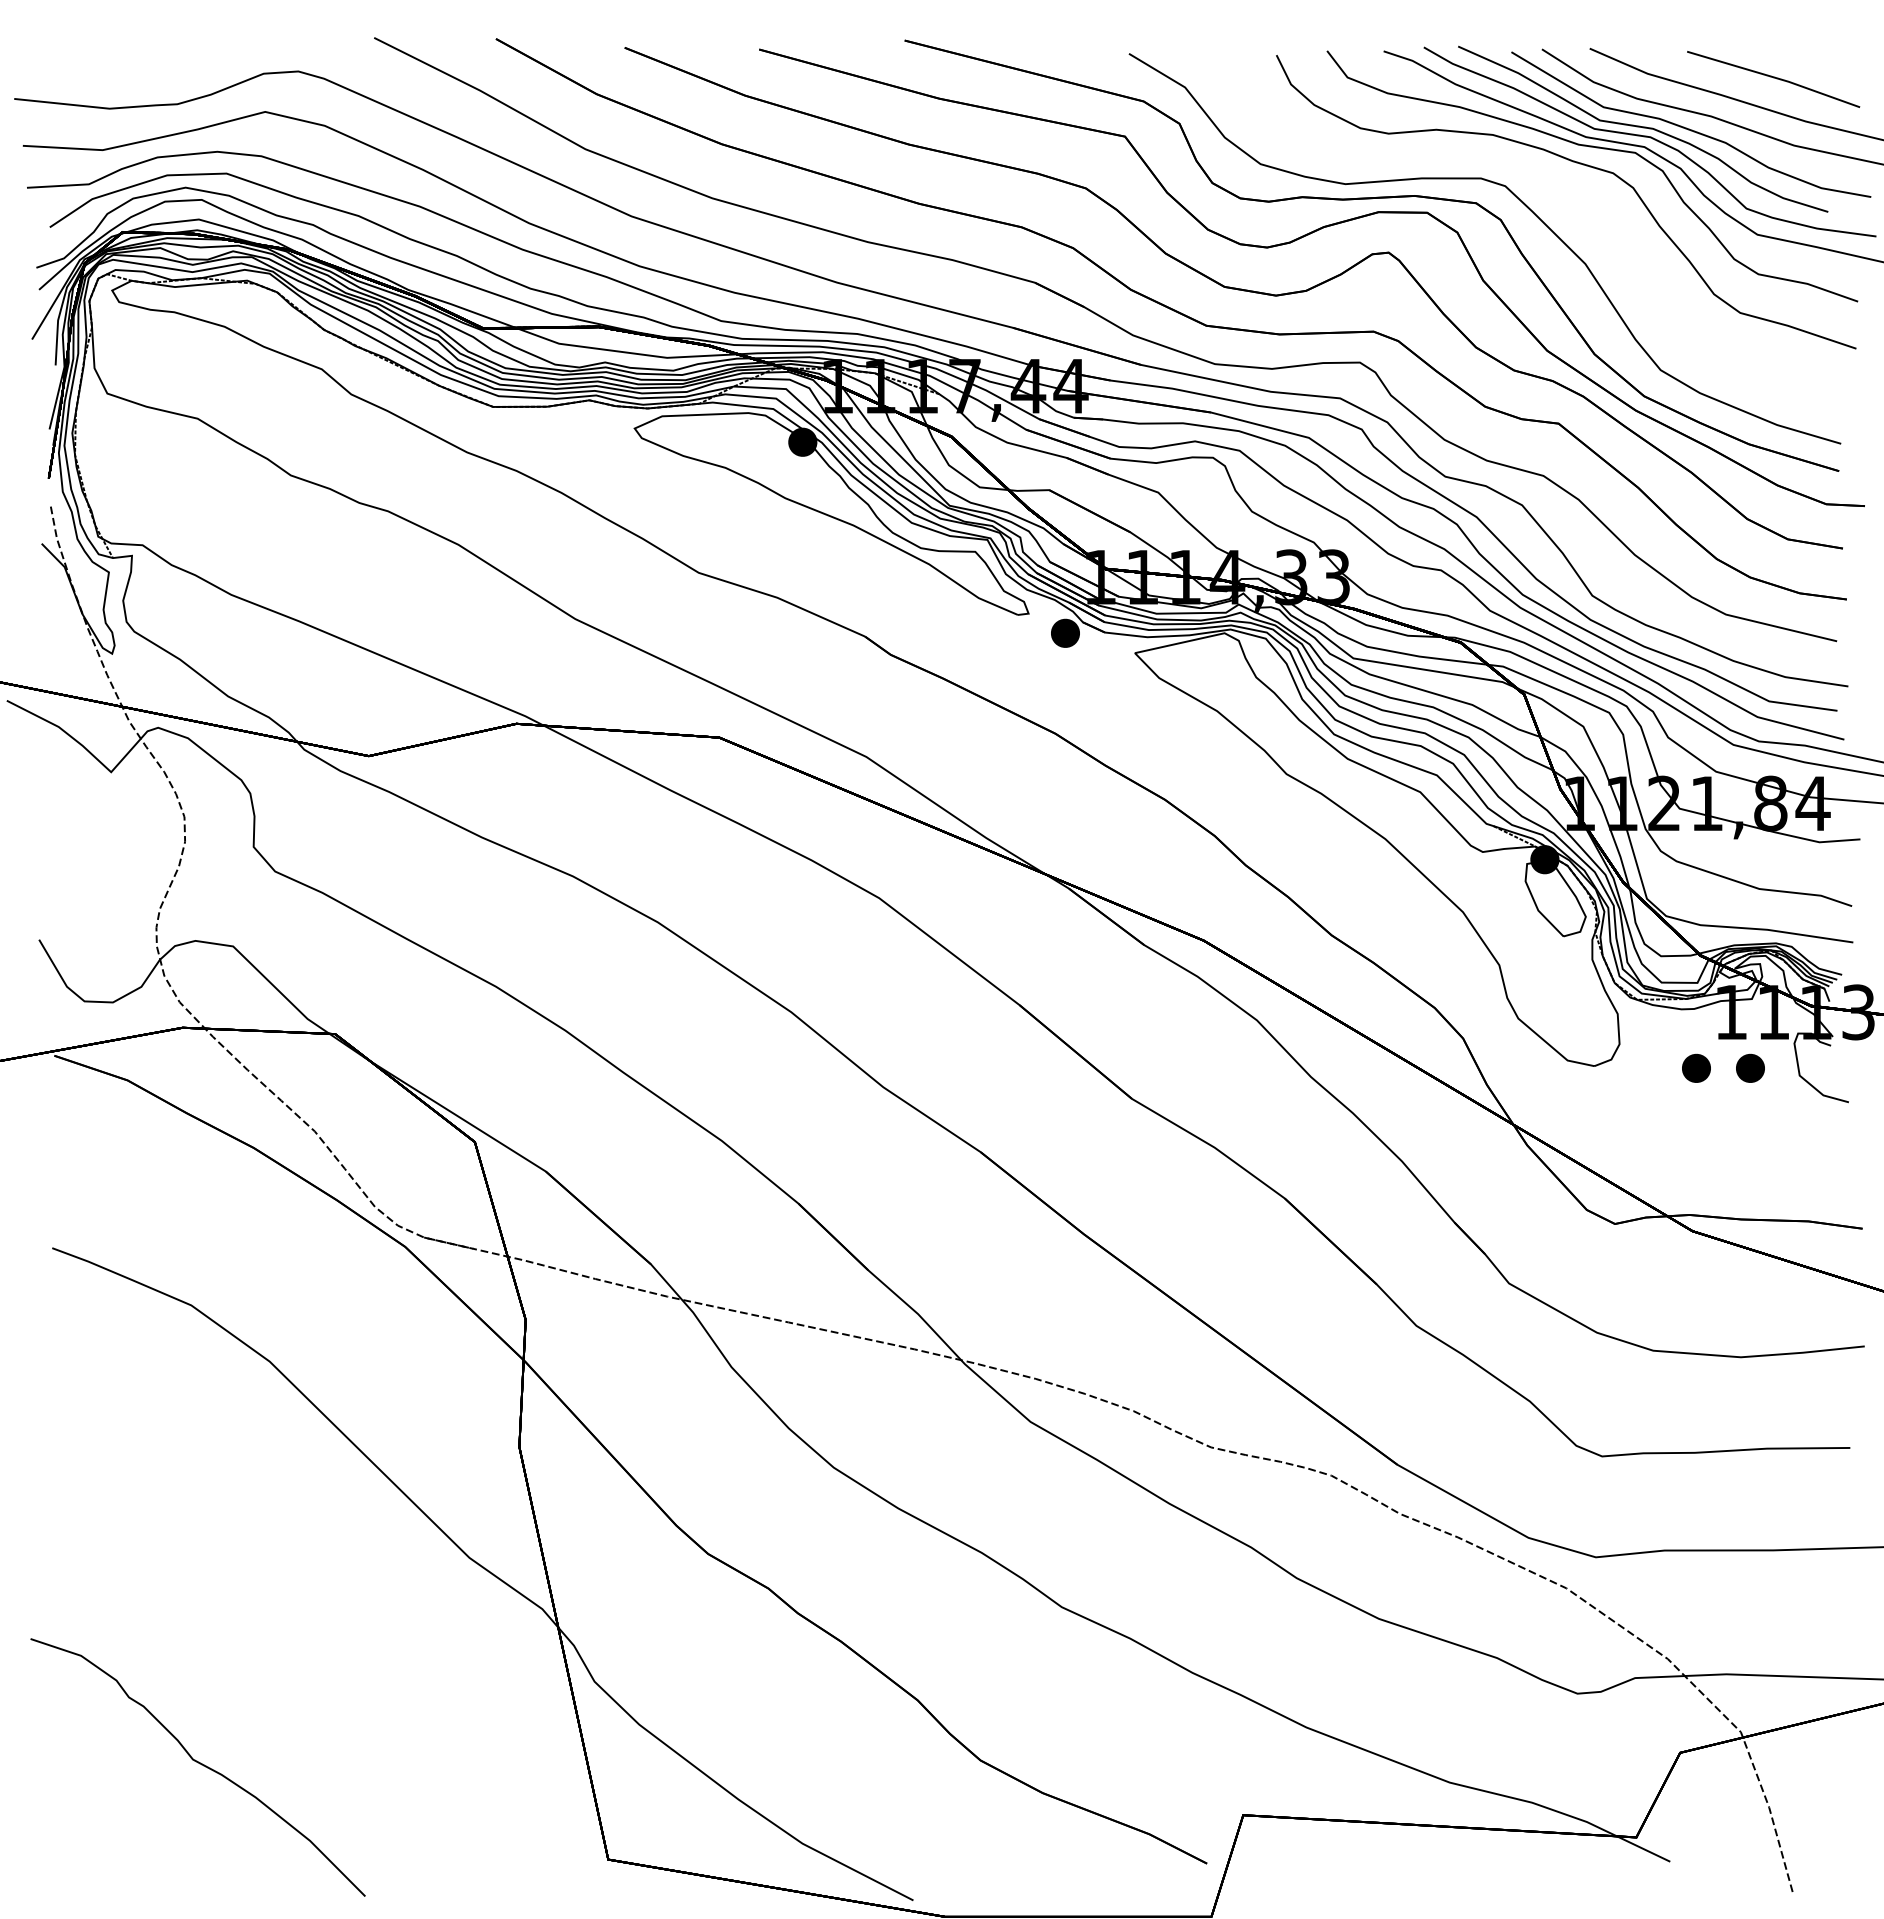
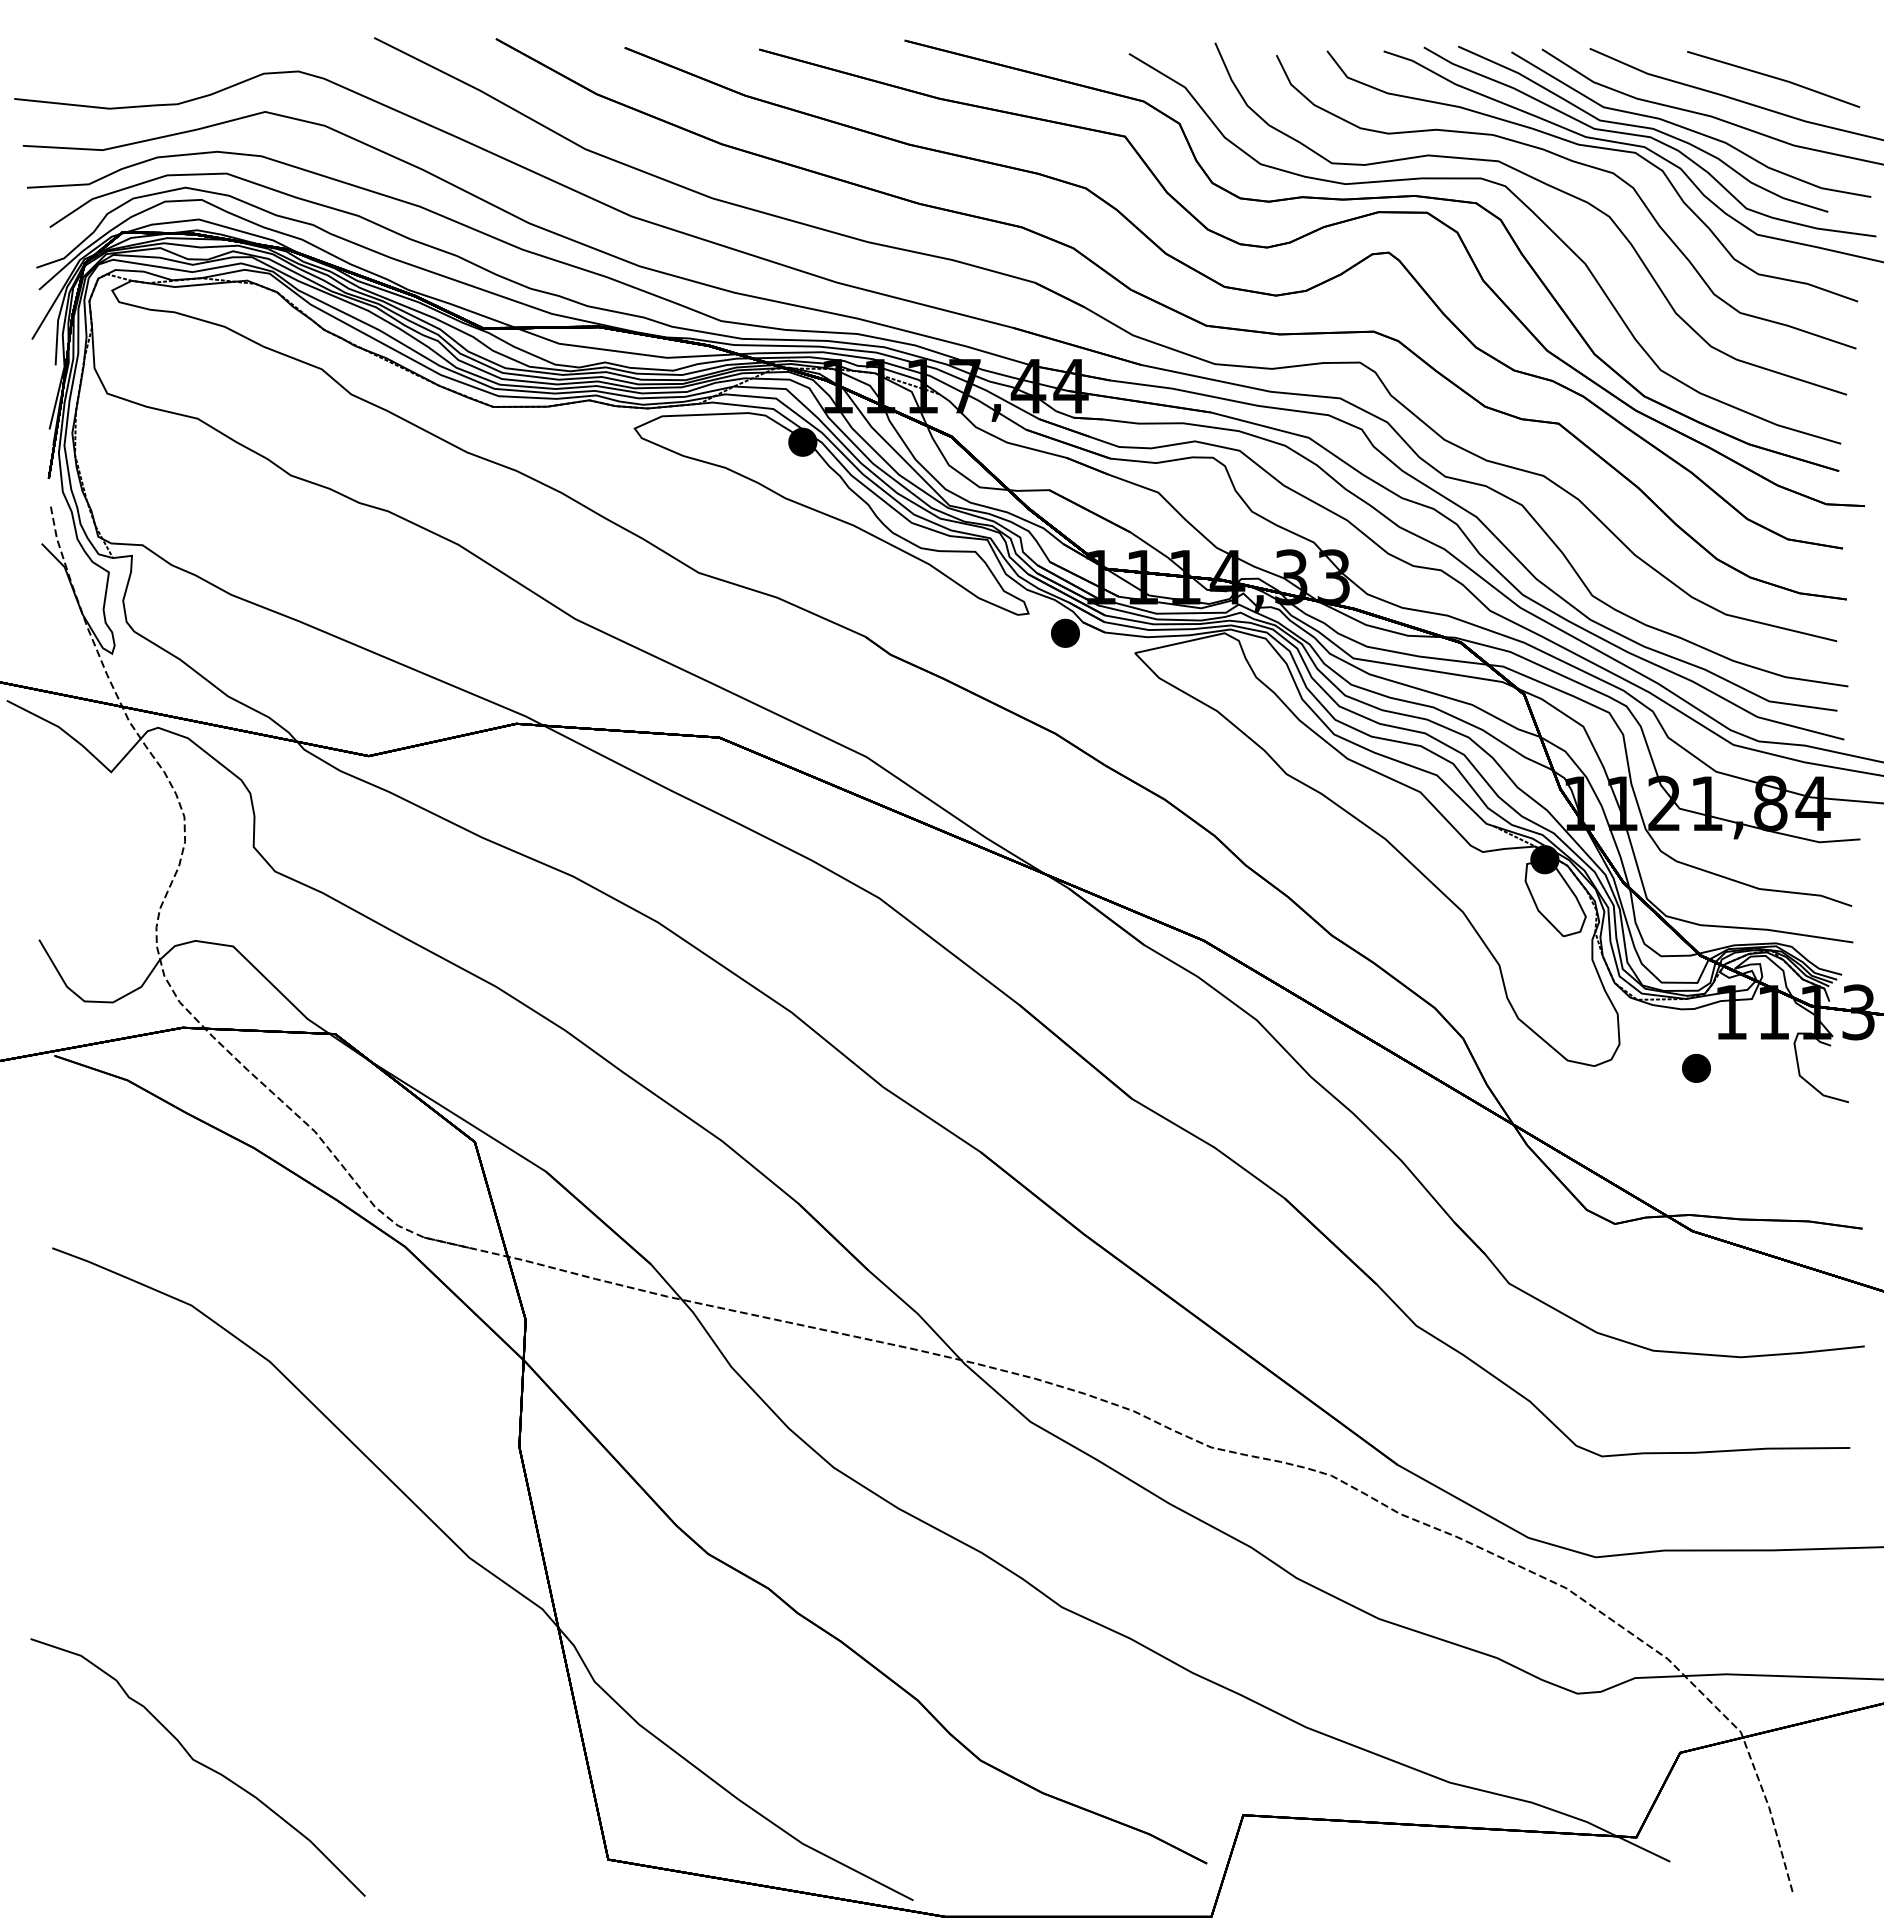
curve at (1546, 185): none -> present
part at (1750, 1067): present -> none
